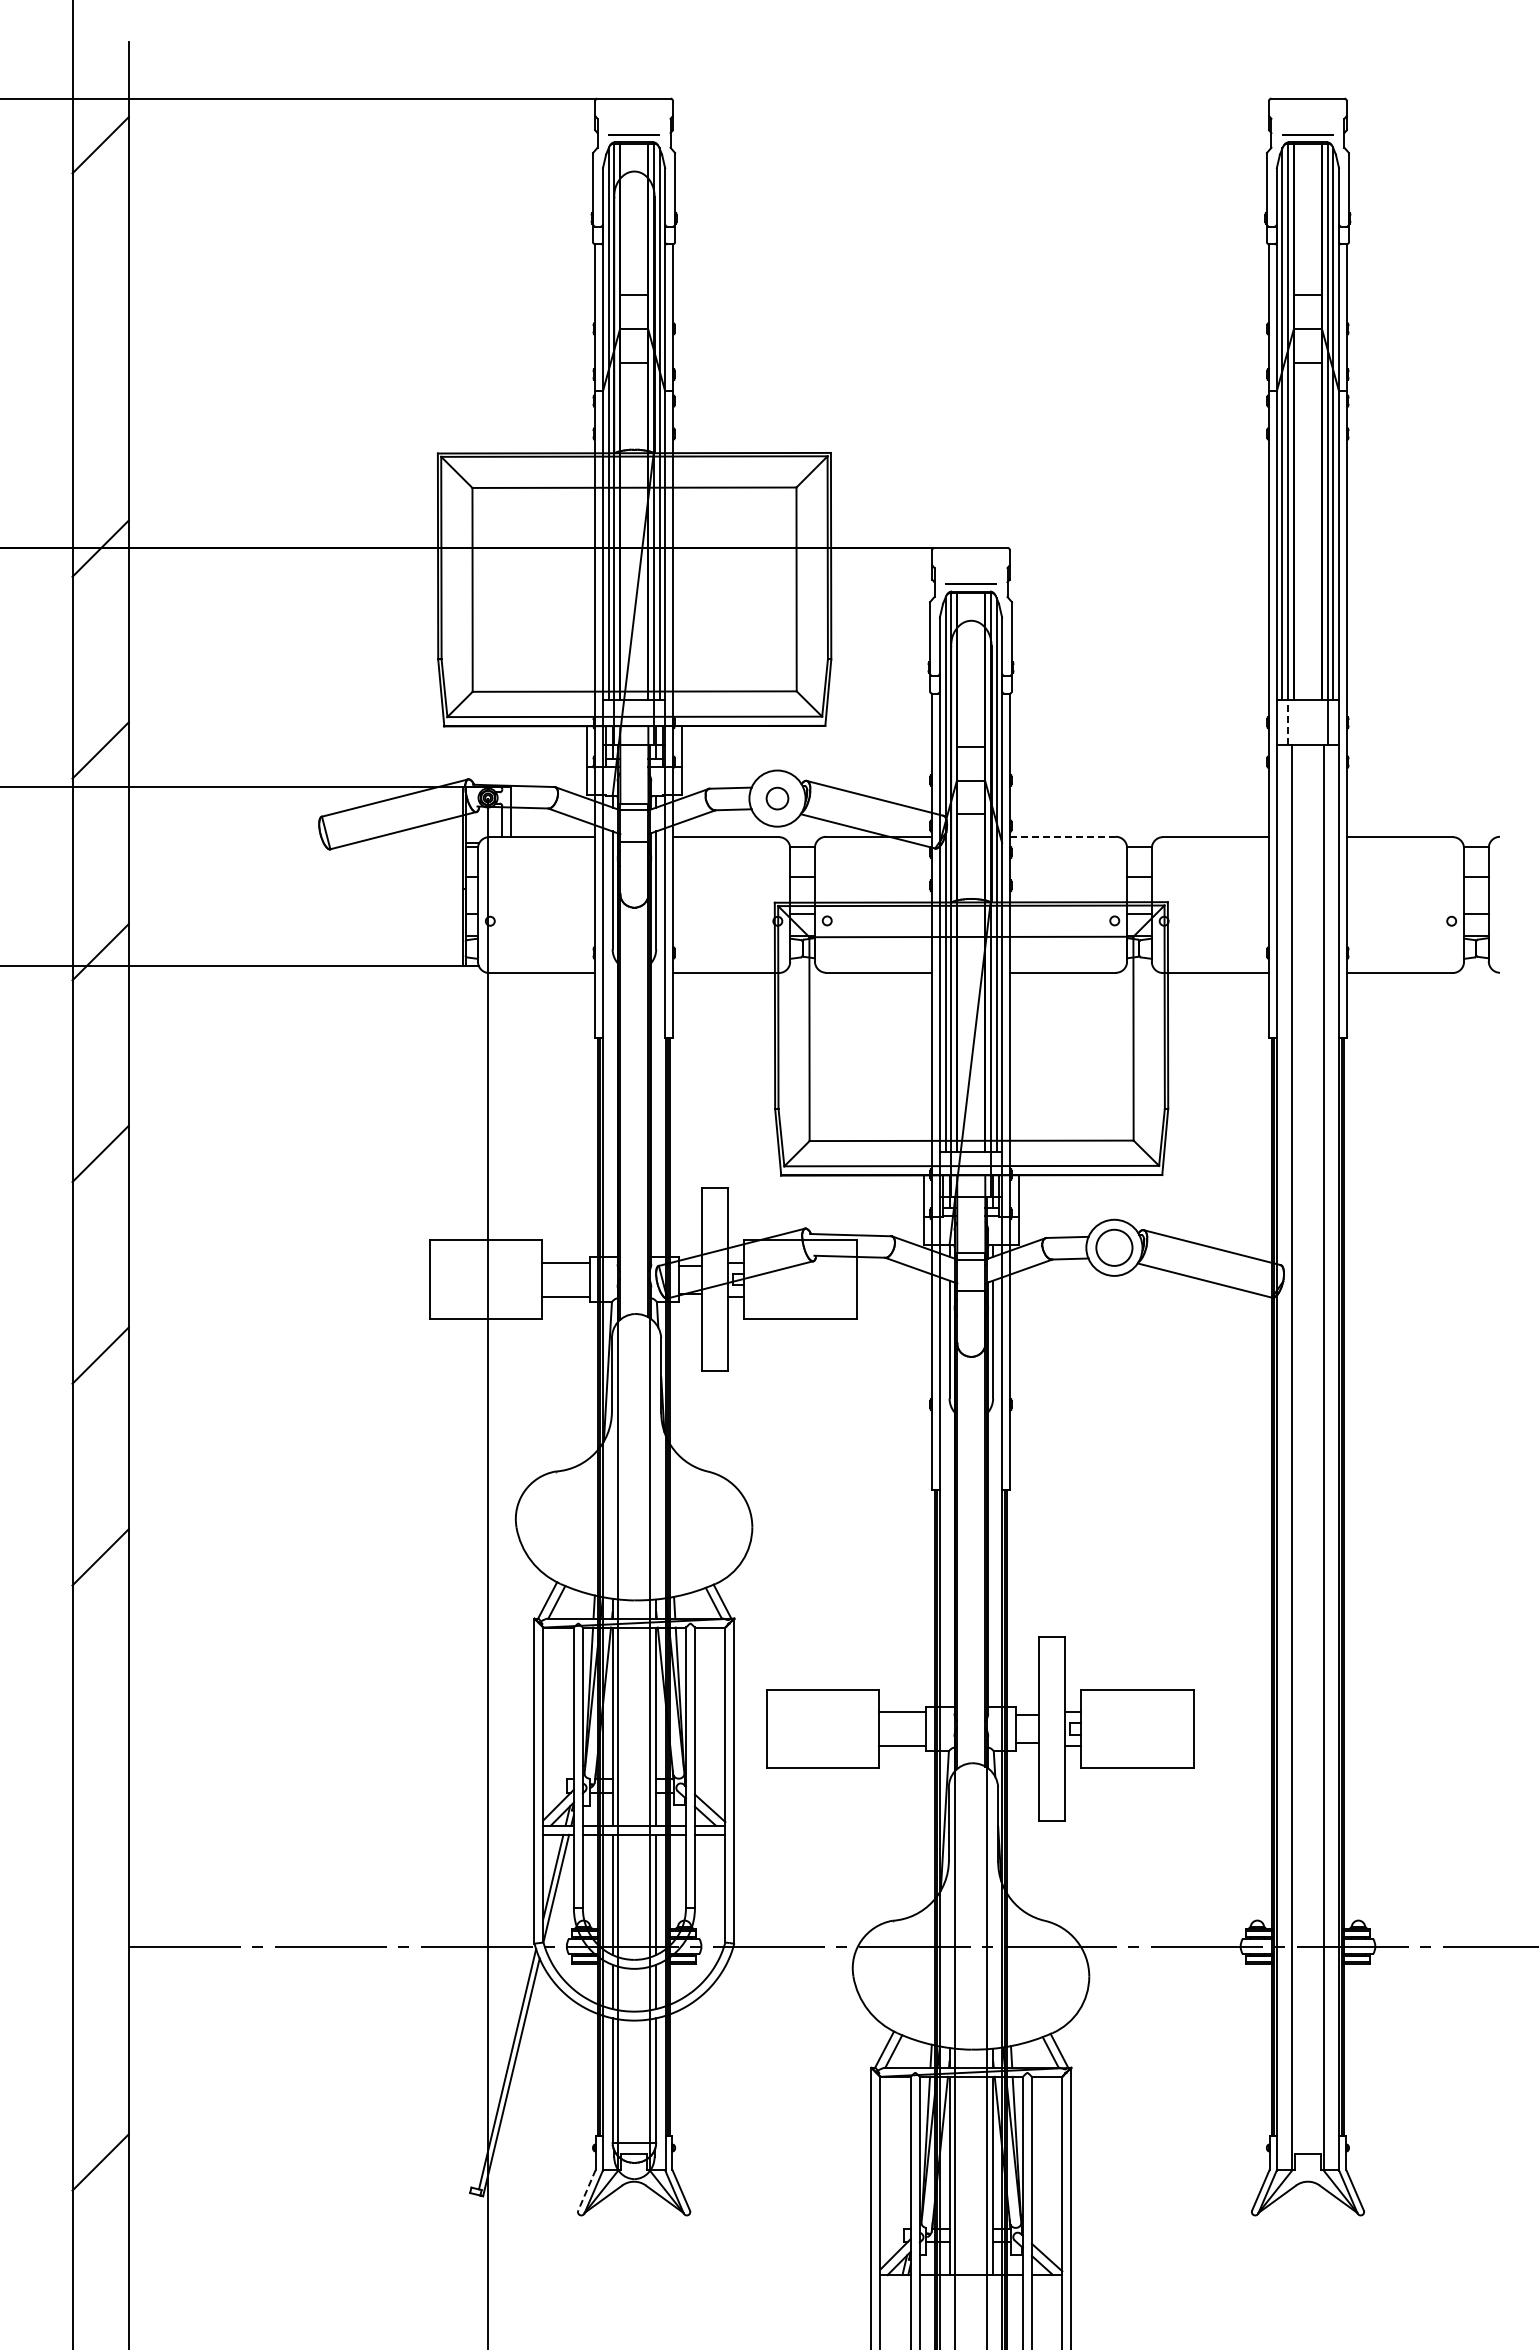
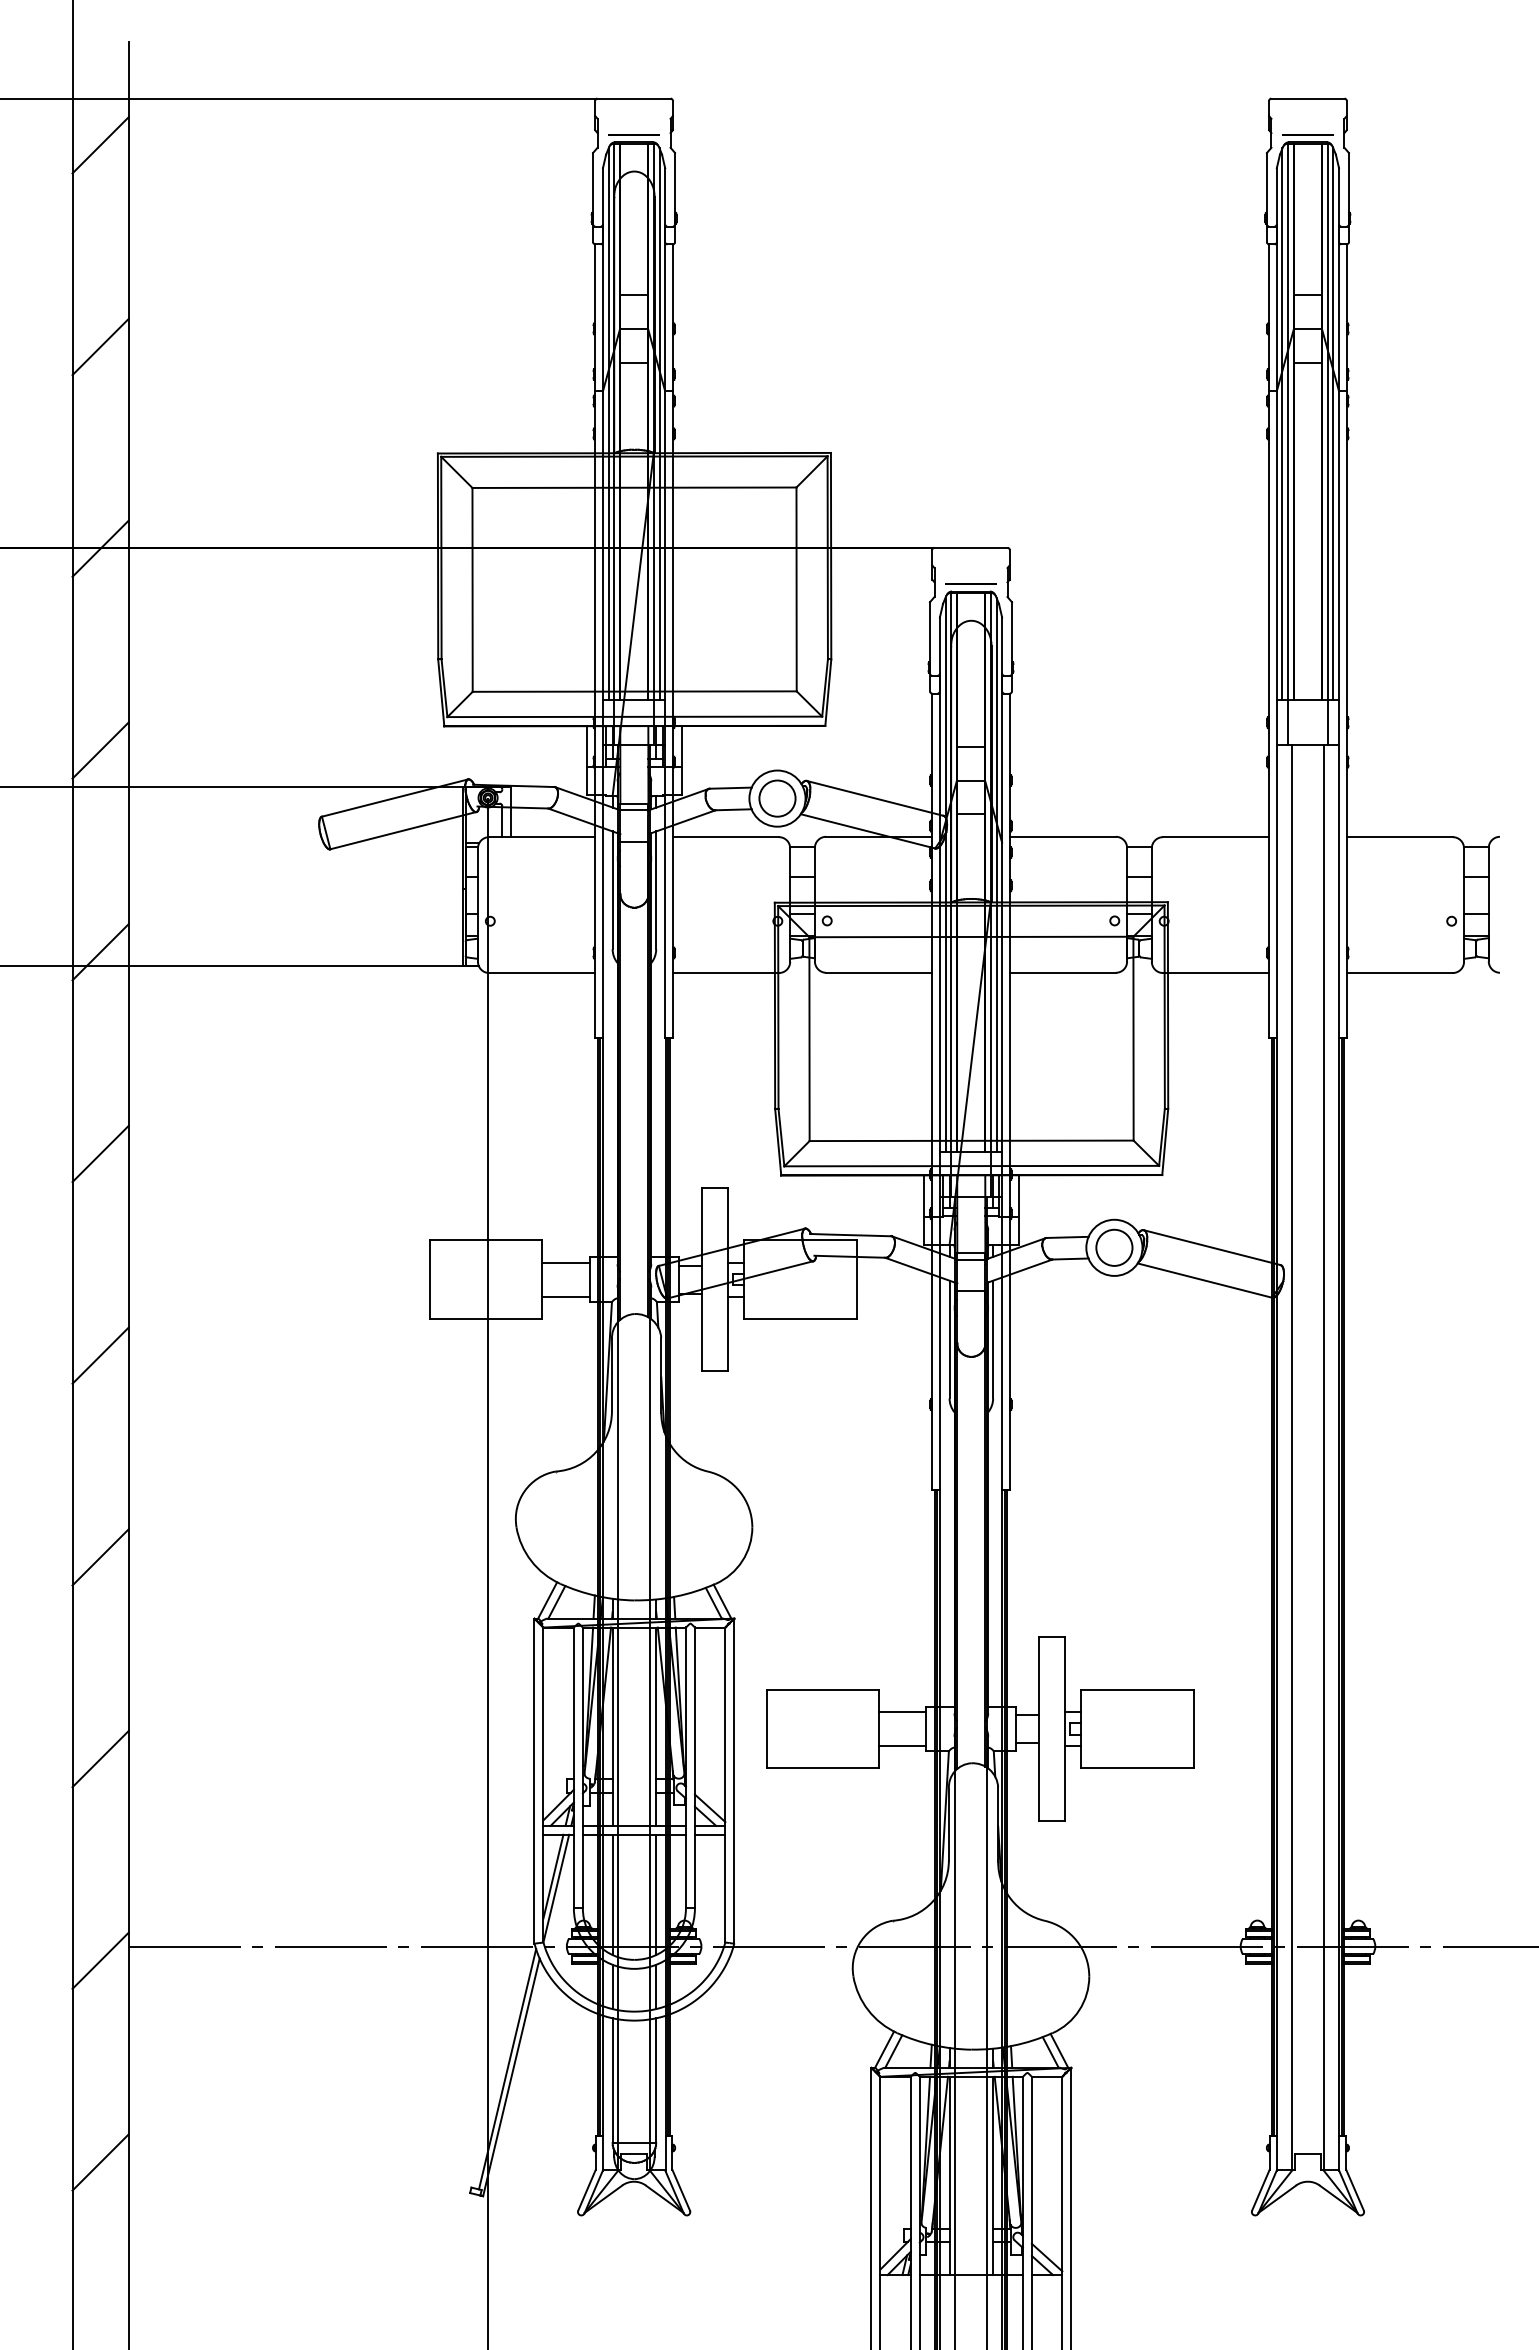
line at (100, 346): none -> present
line at (1288, 722): dashed -> solid
circle at (777, 798) diameter: 22 px -> 36 px
line at (1062, 836): dashed -> solid
line at (100, 1759): none -> present
line at (100, 1960): none -> present
line at (586, 2190): dashed -> solid
